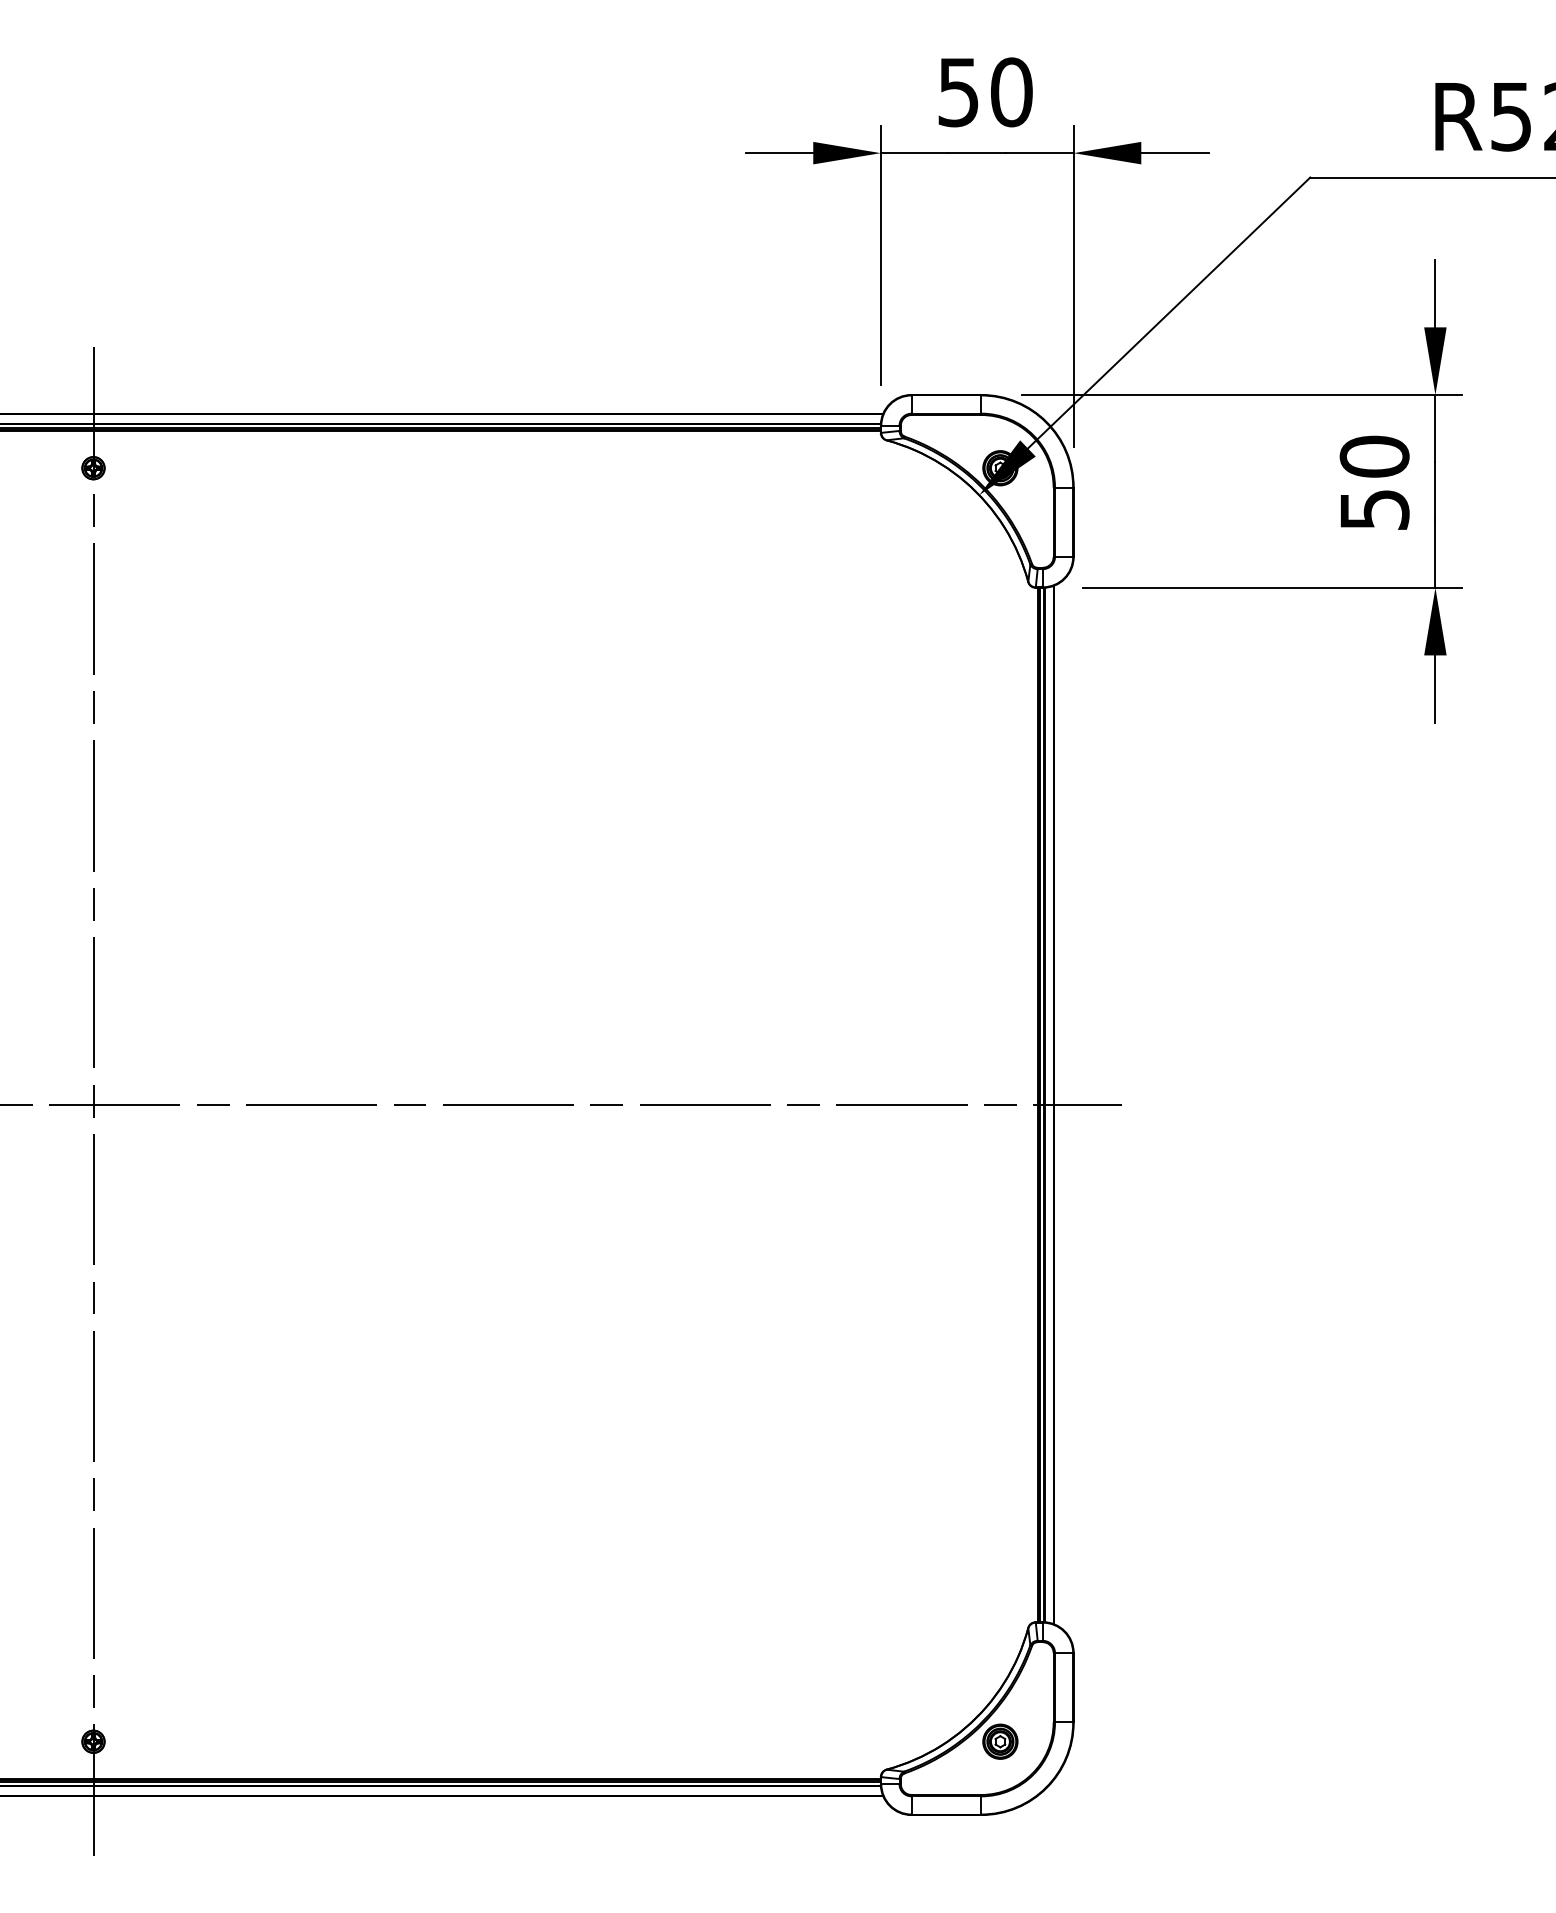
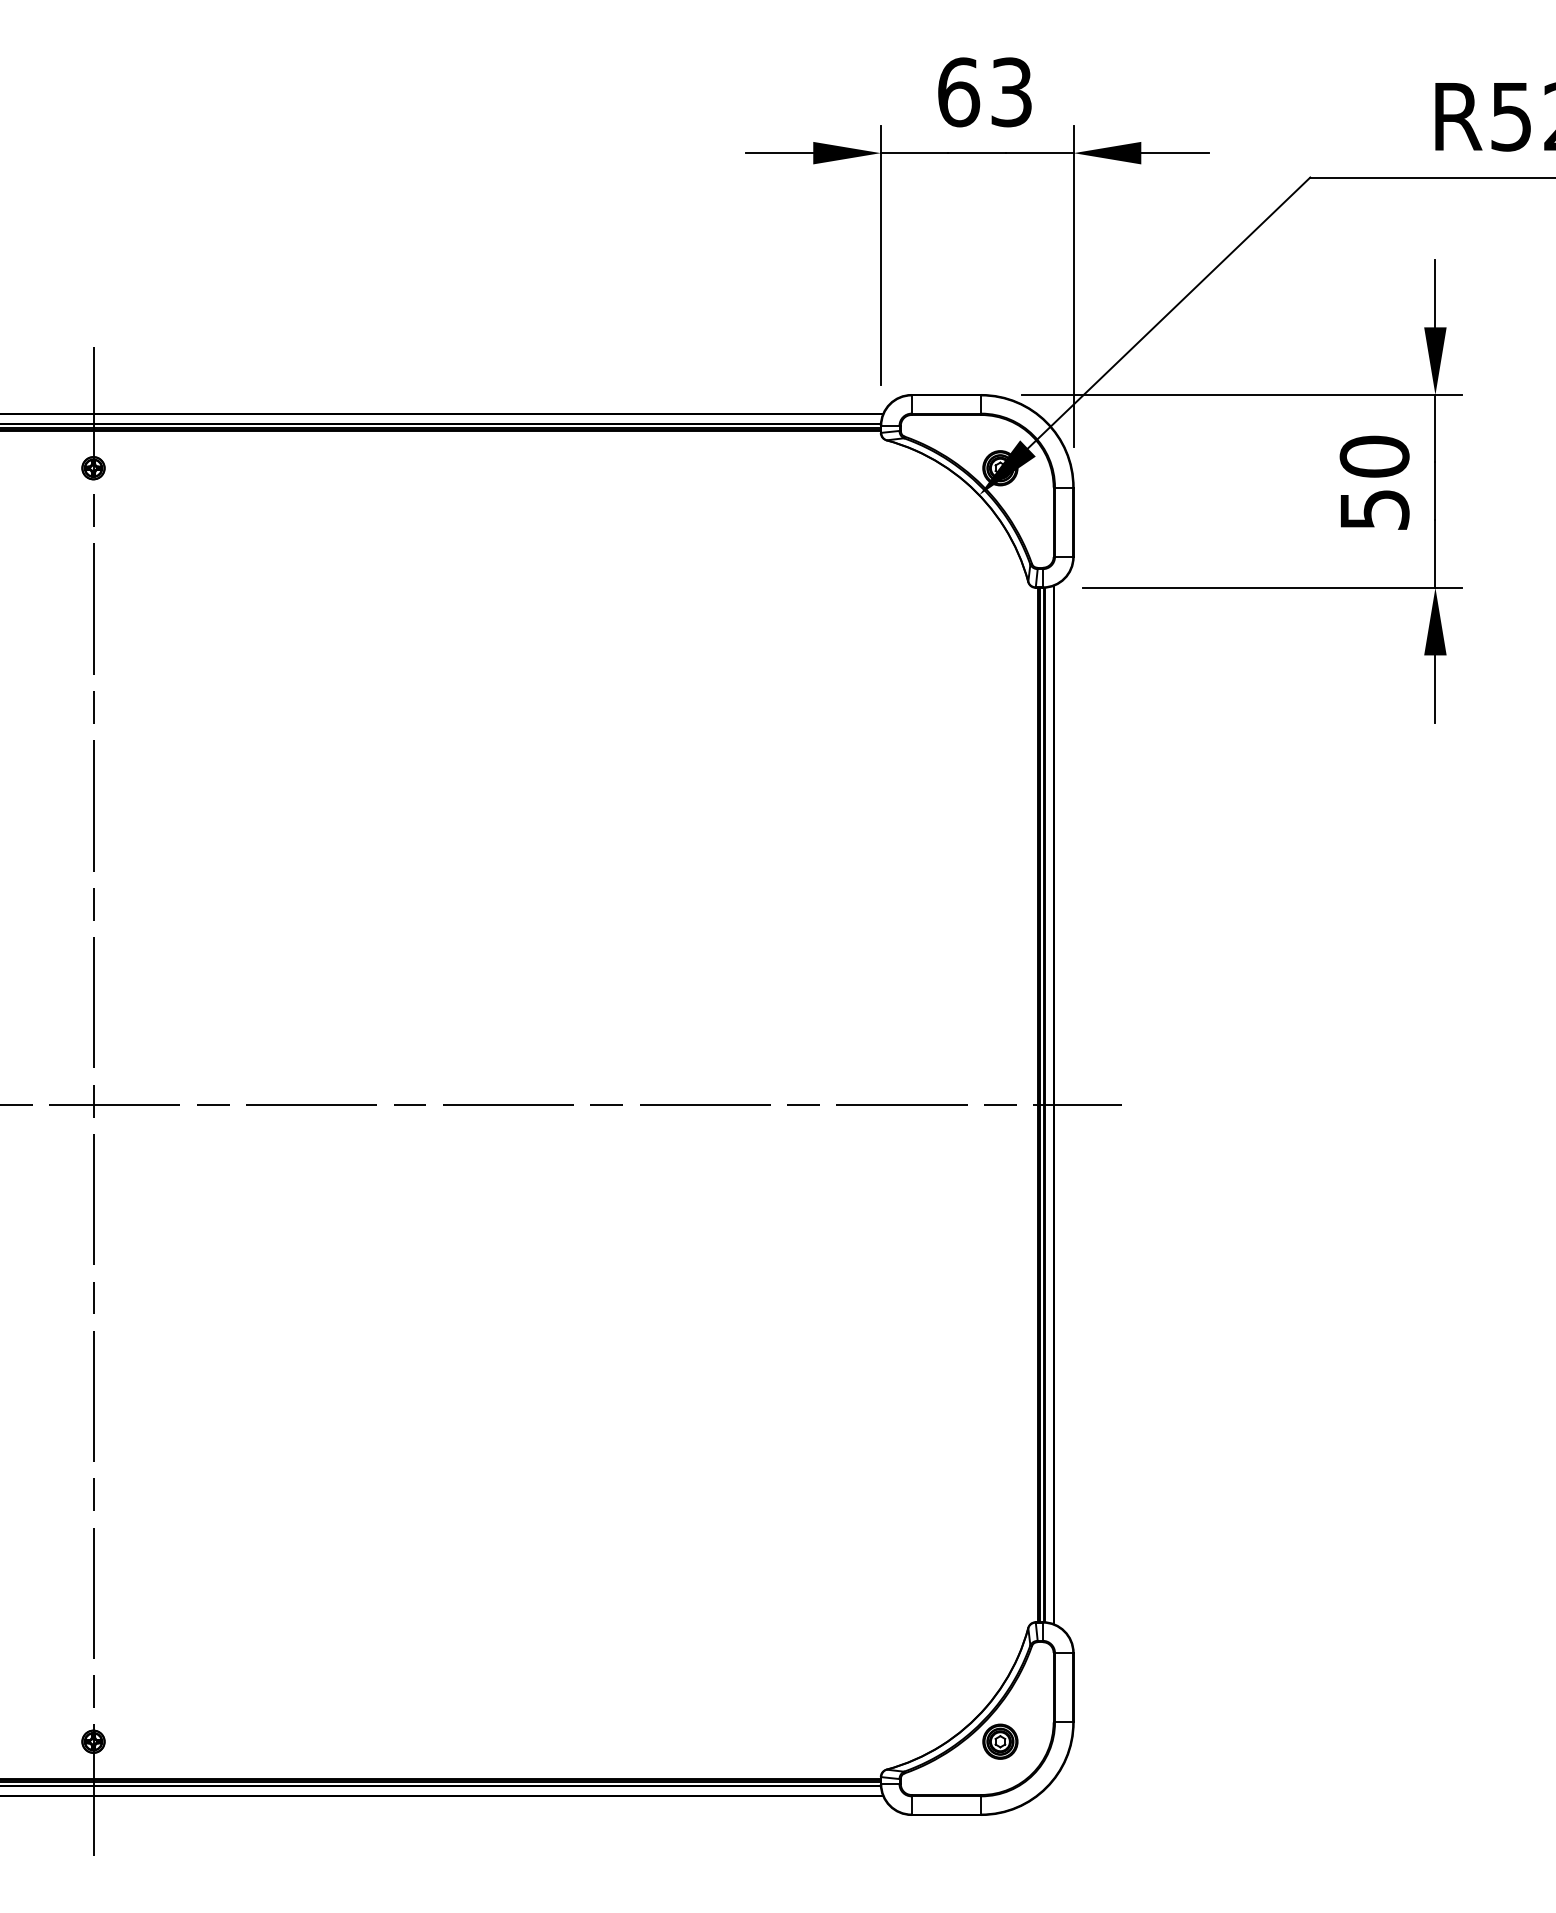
text at (985, 92): 50 -> 63
